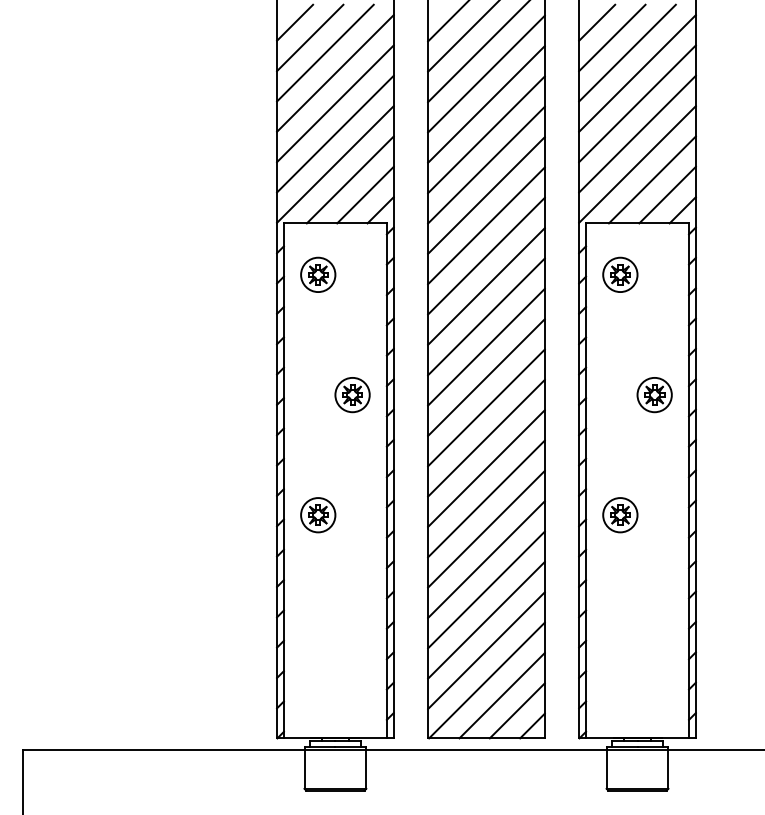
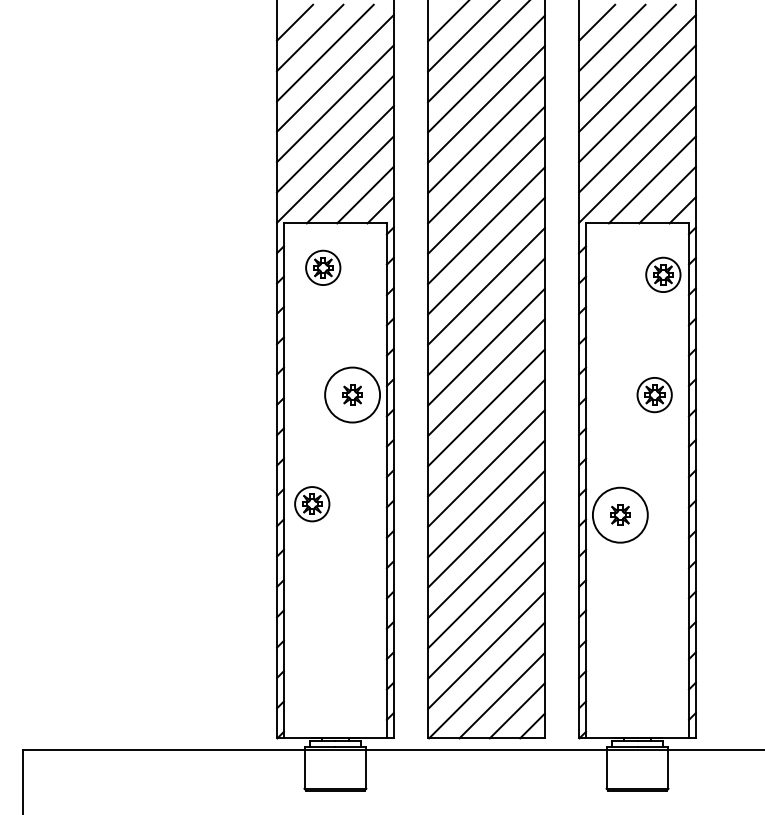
part at (318, 274) position: (318, 274) -> (323, 267)
part at (620, 274) position: (620, 274) -> (663, 274)
circle at (352, 394) diameter: 34 px -> 55 px
part at (318, 515) position: (318, 515) -> (312, 504)
circle at (620, 515) diameter: 34 px -> 55 px
